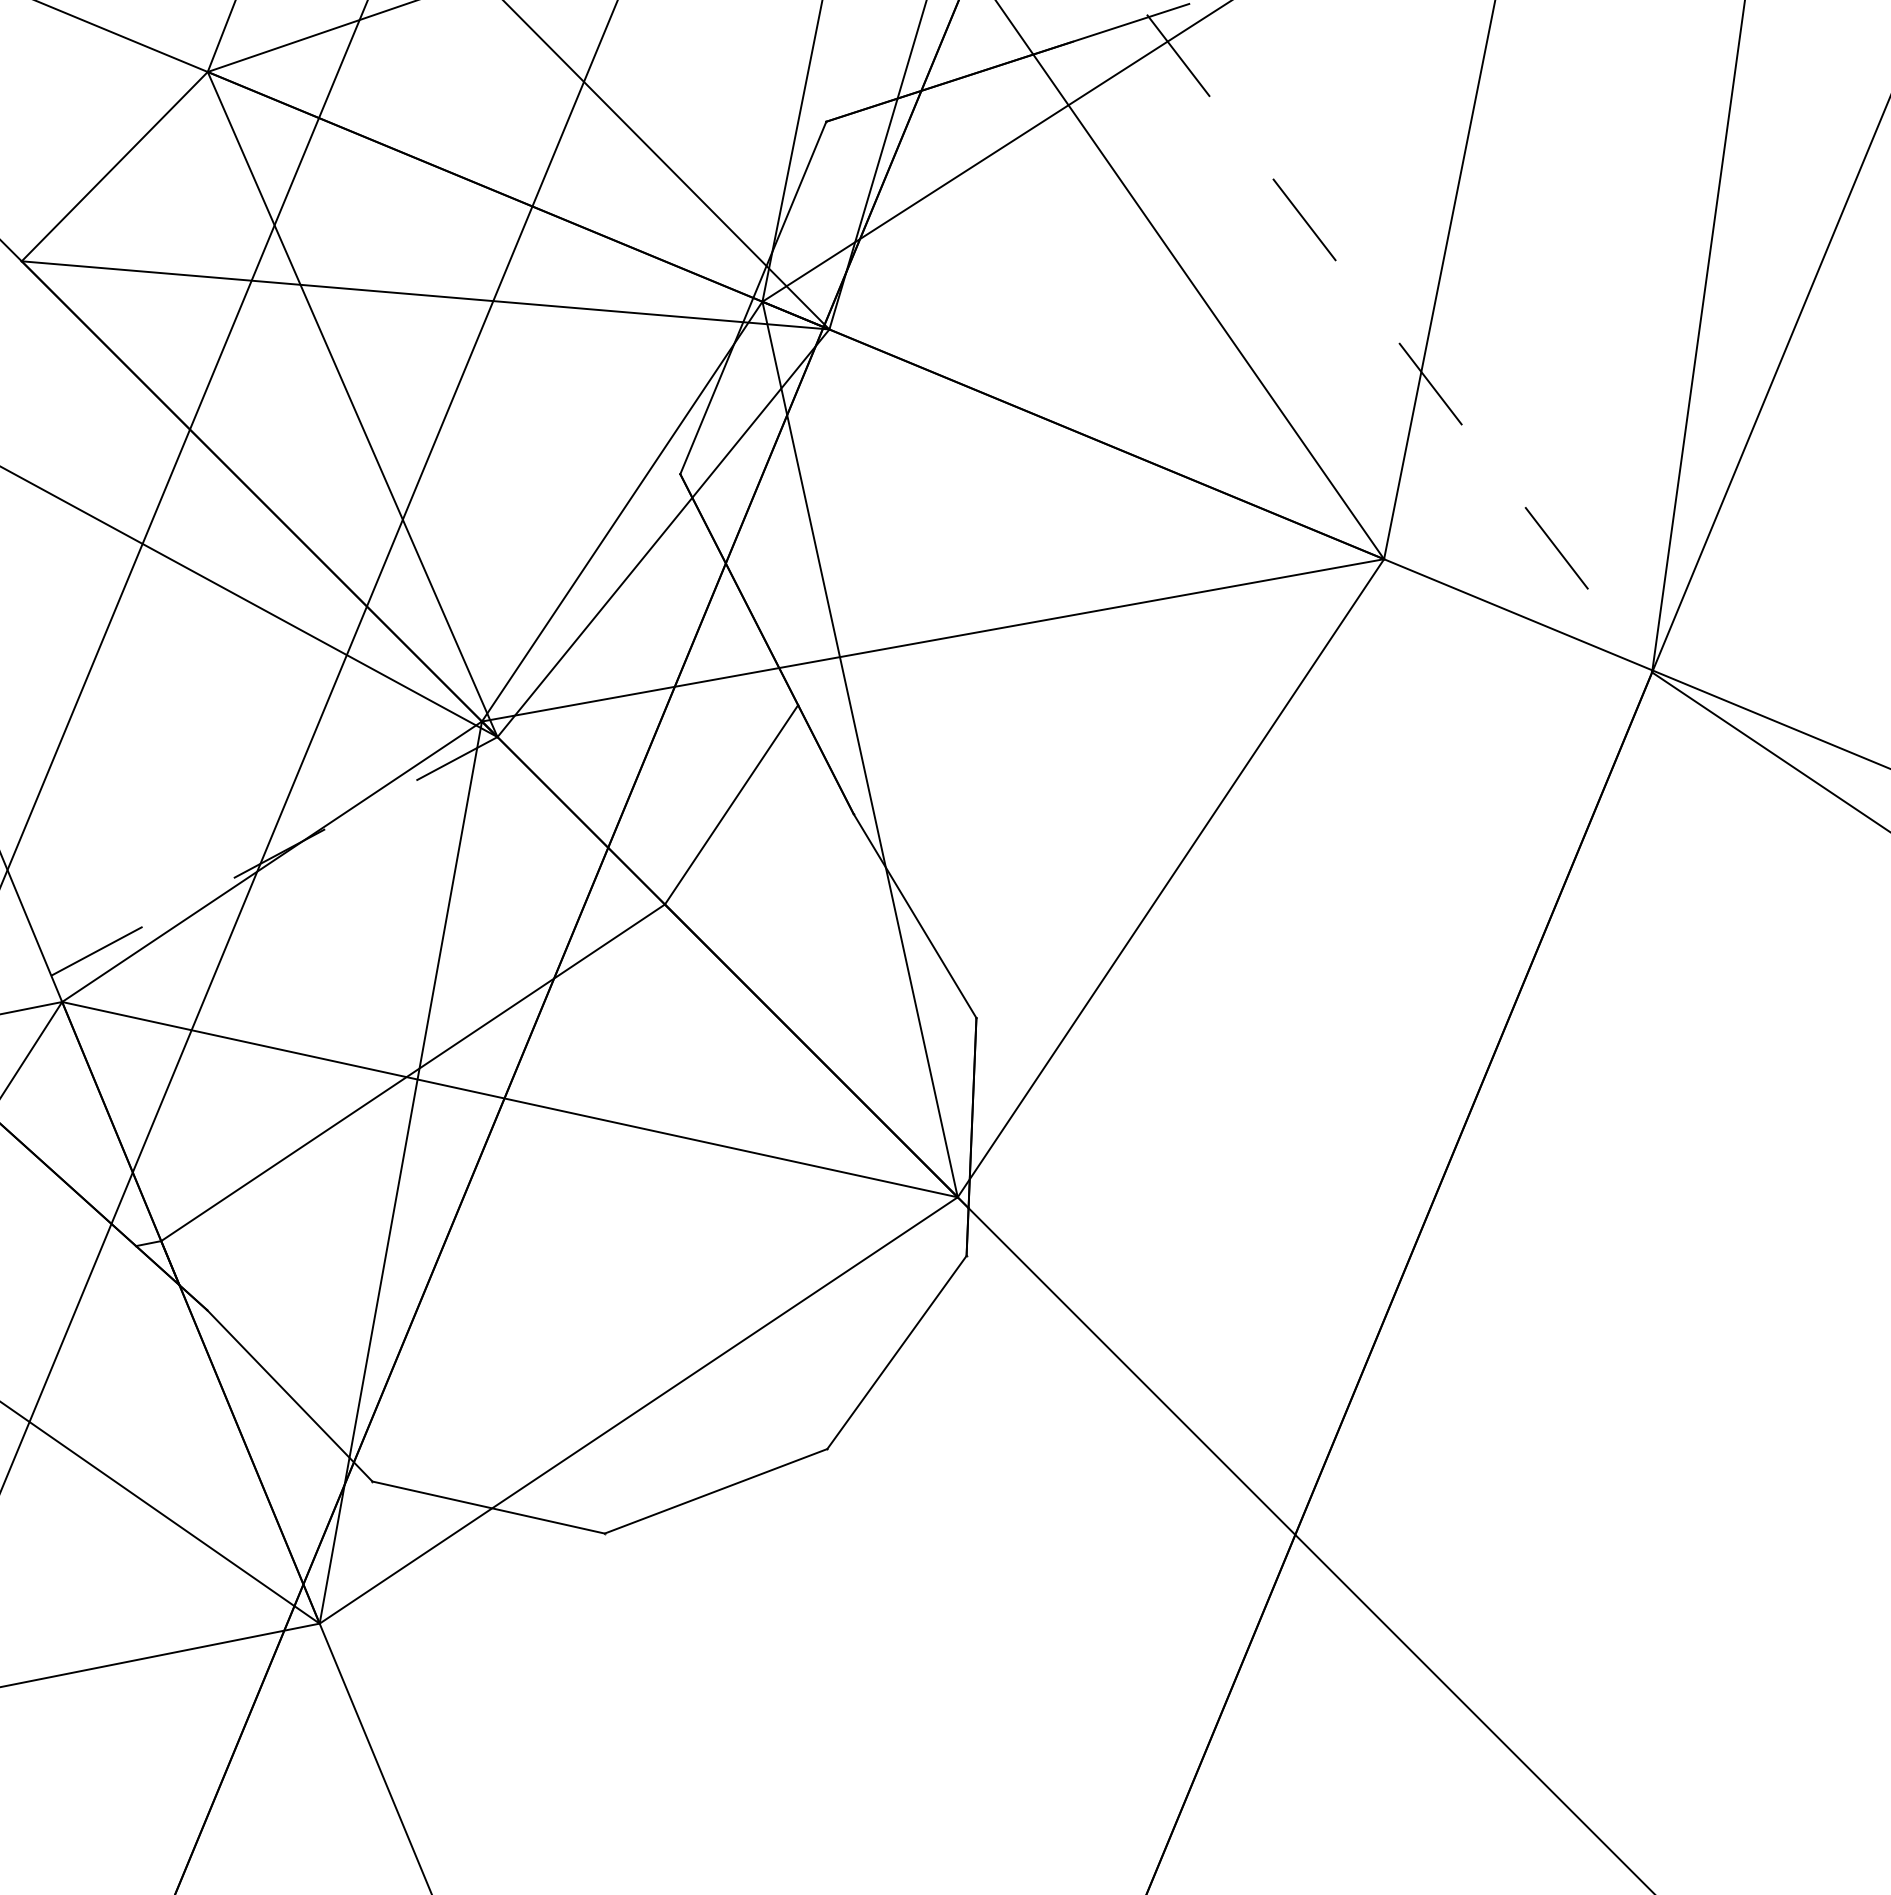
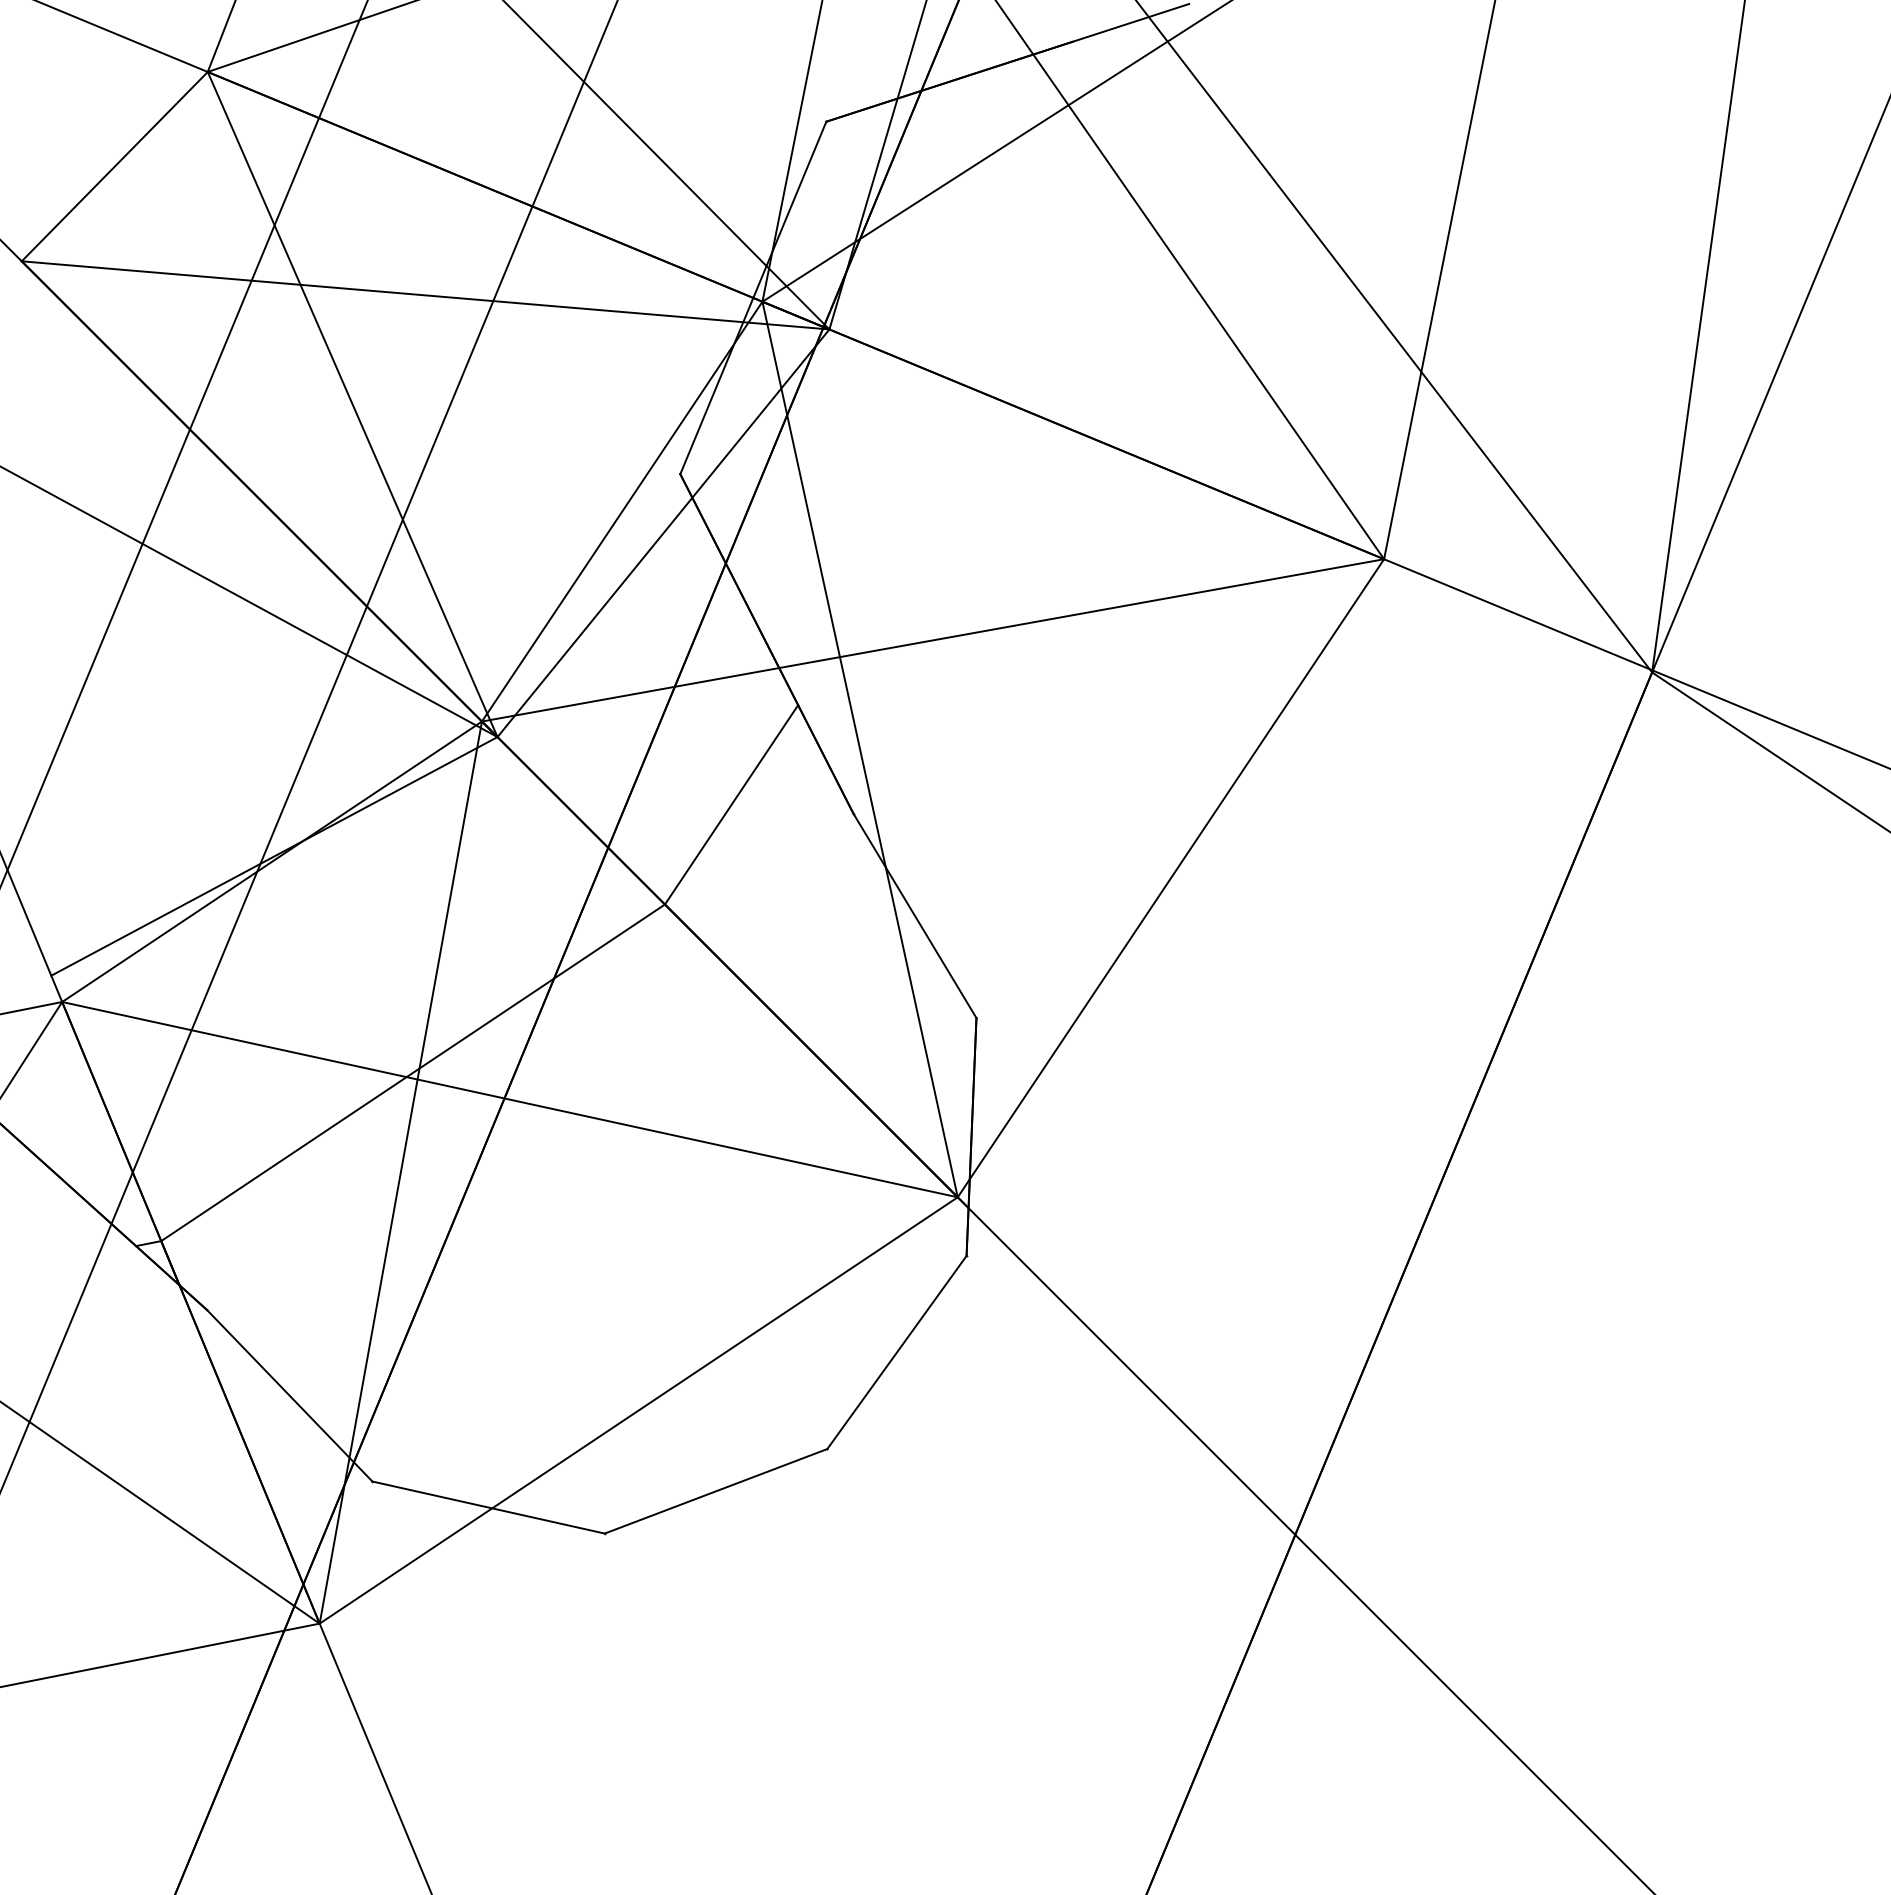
line at (1394, 336): dashed -> solid
line at (274, 856): dashed -> solid
